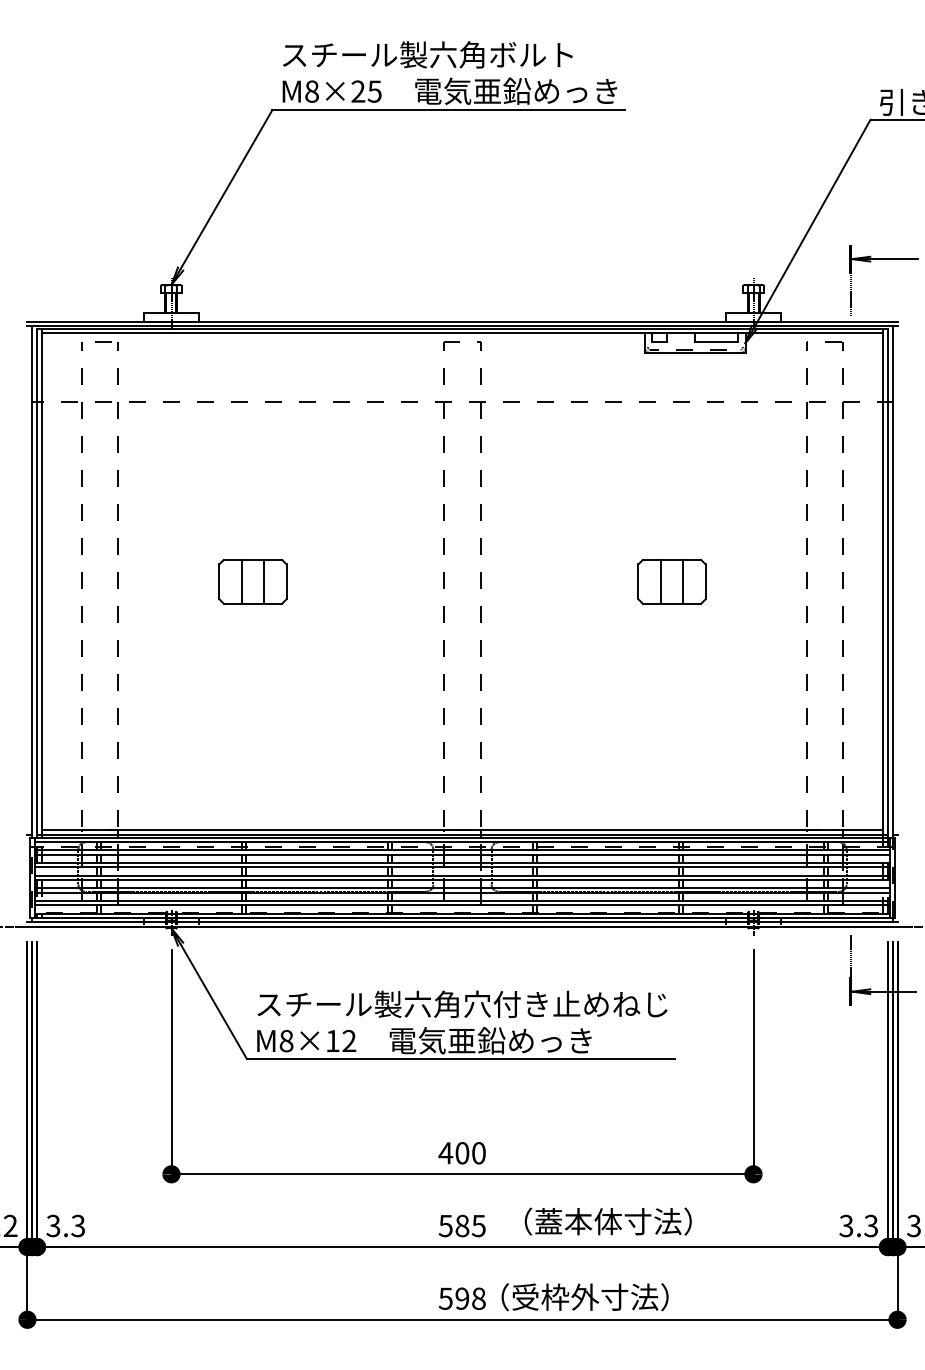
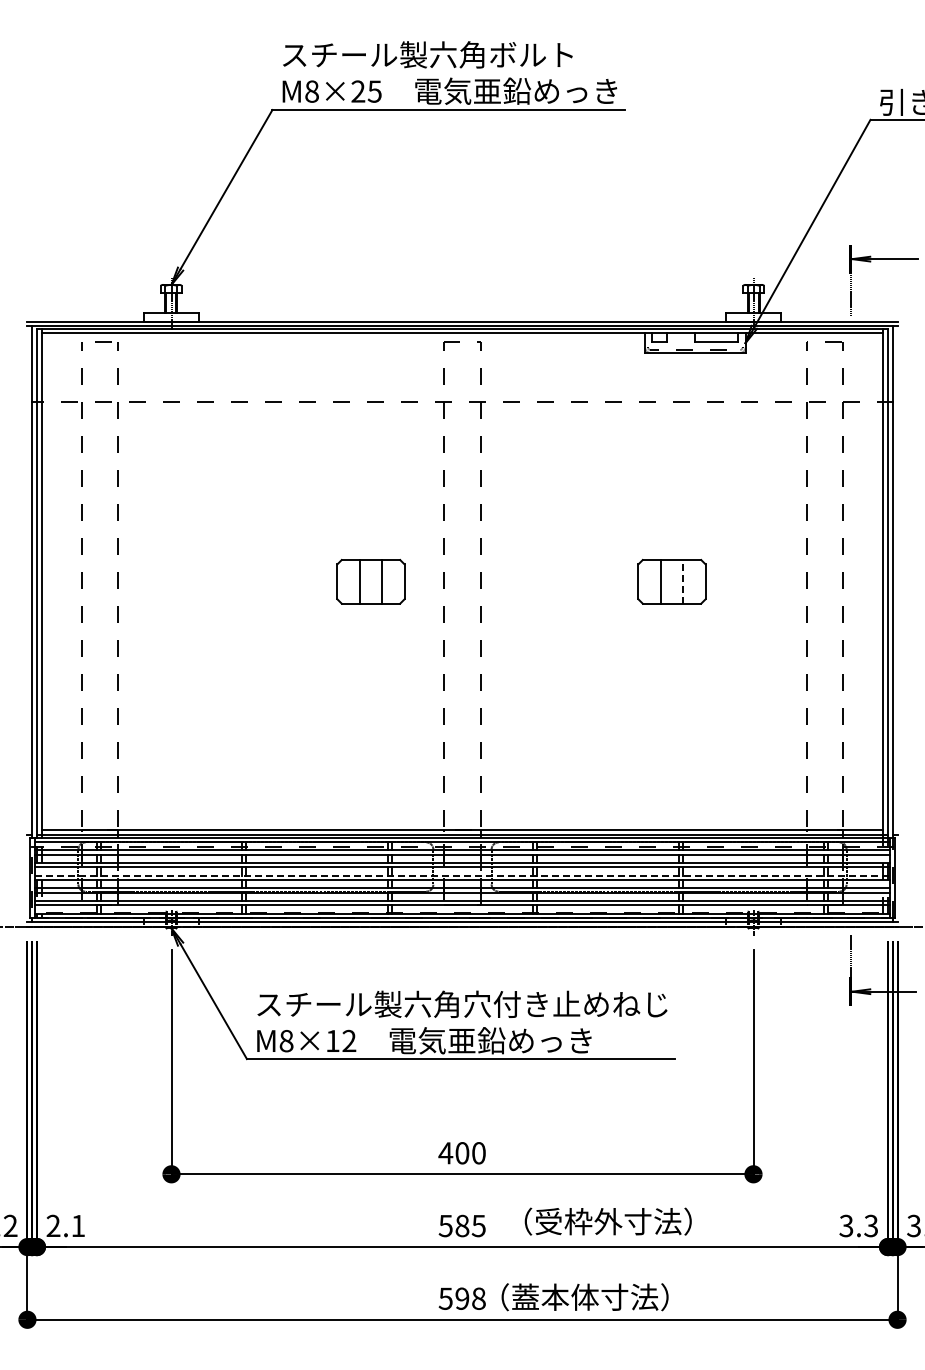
part at (252, 581) position: (252, 581) -> (370, 581)
line at (682, 581): solid -> dashed
line at (462, 875): solid -> dashed
text at (578, 1221): （蓋本体寸法） -> （受枠外寸法）
text at (65, 1225): 3.3 -> 2.1
text at (555, 1296): （受枠外寸法） -> （蓋本体寸法）
